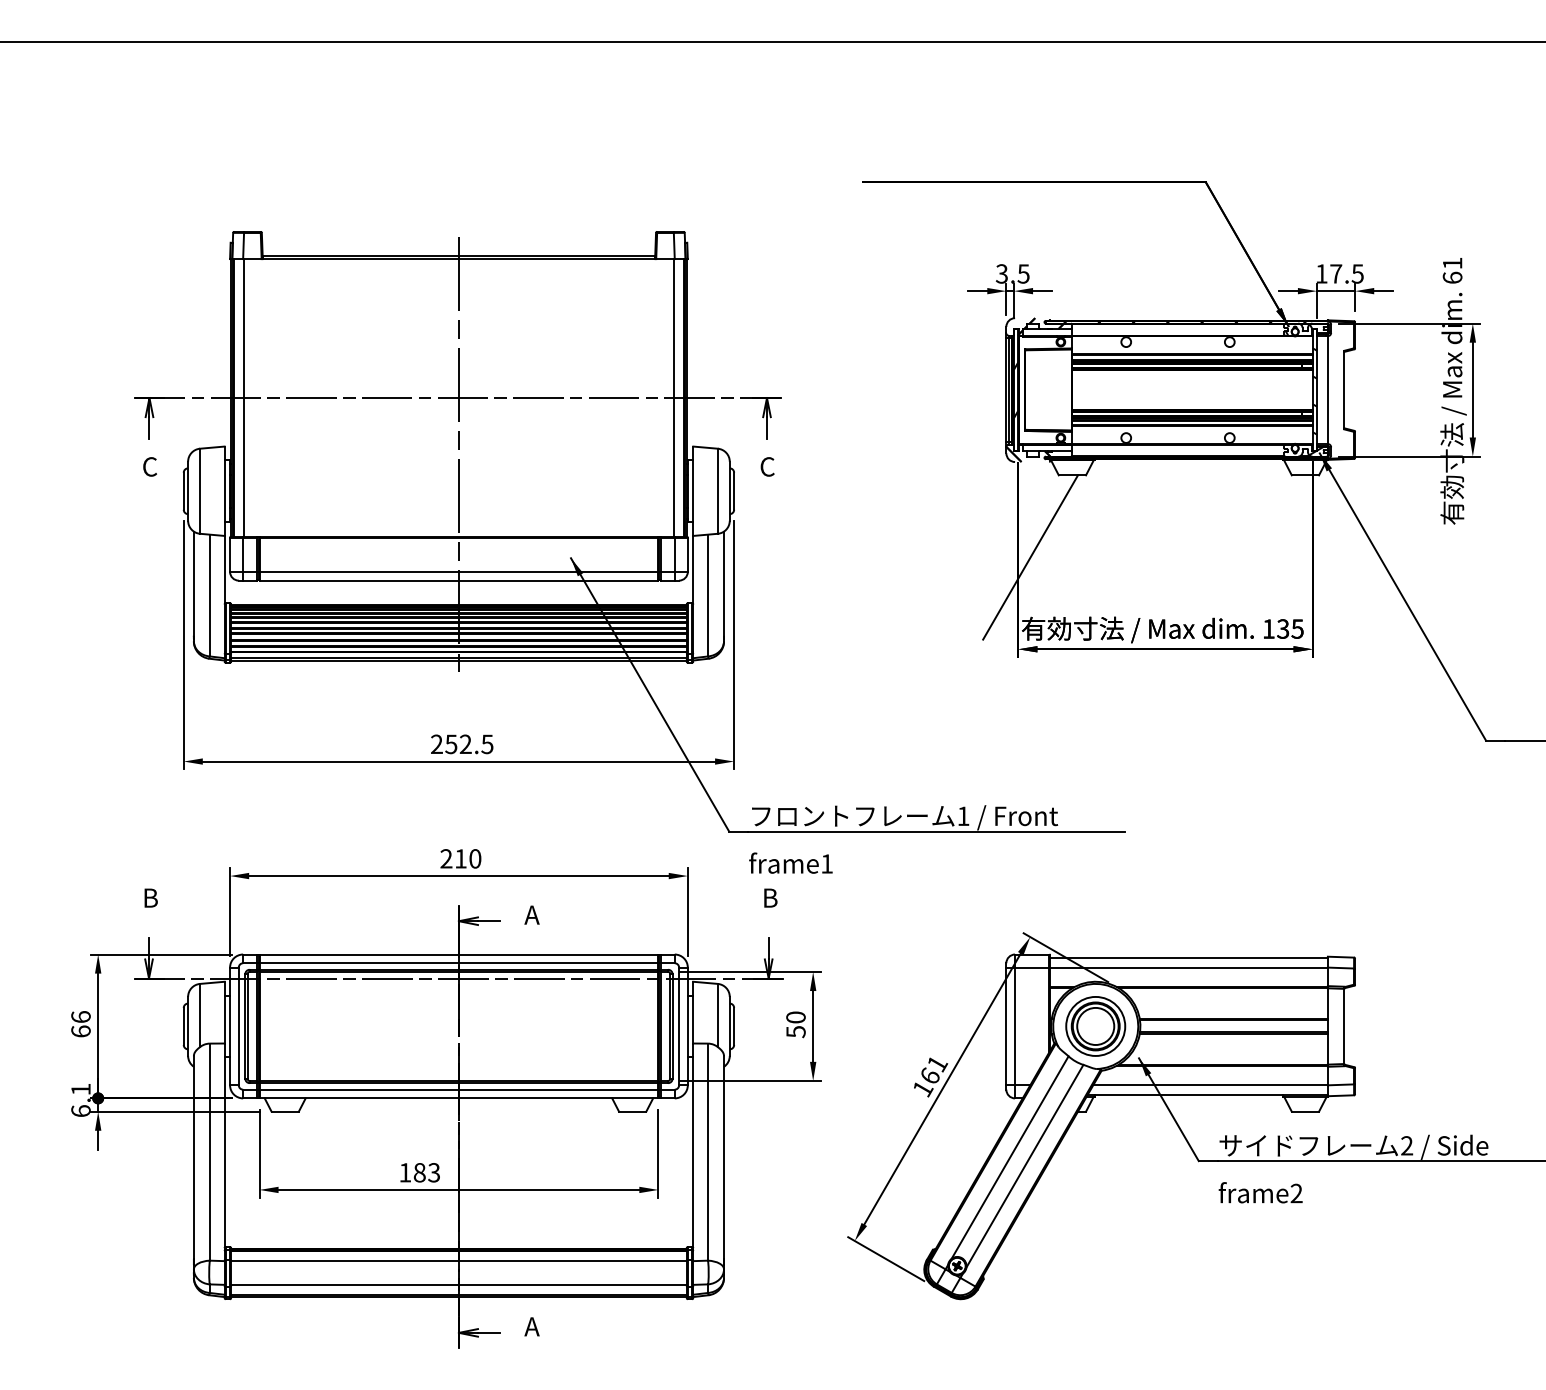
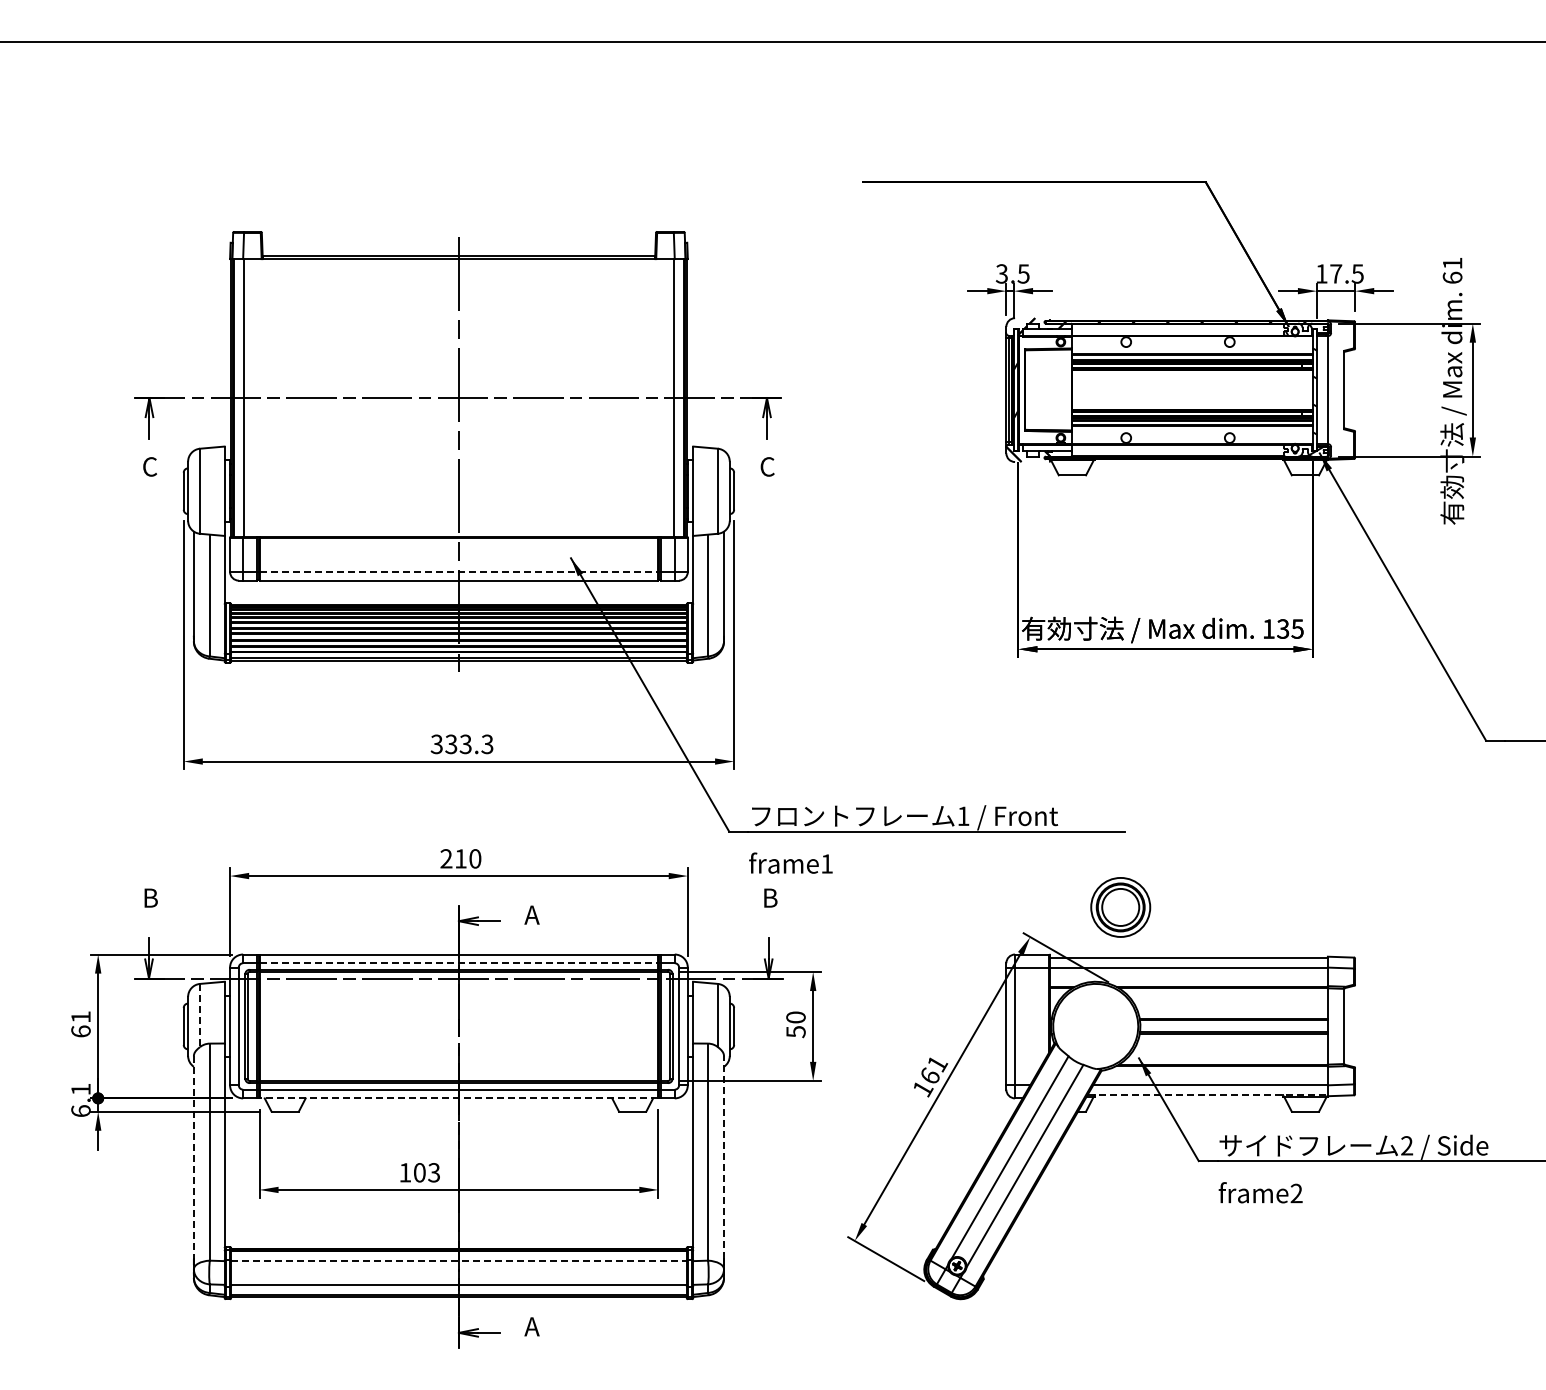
line at (1030, 557): present -> none
line at (459, 571): solid -> dashed
text at (461, 744): 252.5 -> 333.3
line at (459, 963): solid -> dashed
line at (200, 1015): solid -> dashed
text at (80, 1016): 66 -> 61
part at (1095, 1026) position: (1095, 1026) -> (1120, 907)
line at (1208, 1095): solid -> dashed
line at (458, 1098): solid -> dashed
line at (724, 1157): solid -> dashed
line at (193, 1158): solid -> dashed
text at (419, 1172): 183 -> 103
line at (458, 1261): solid -> dashed
